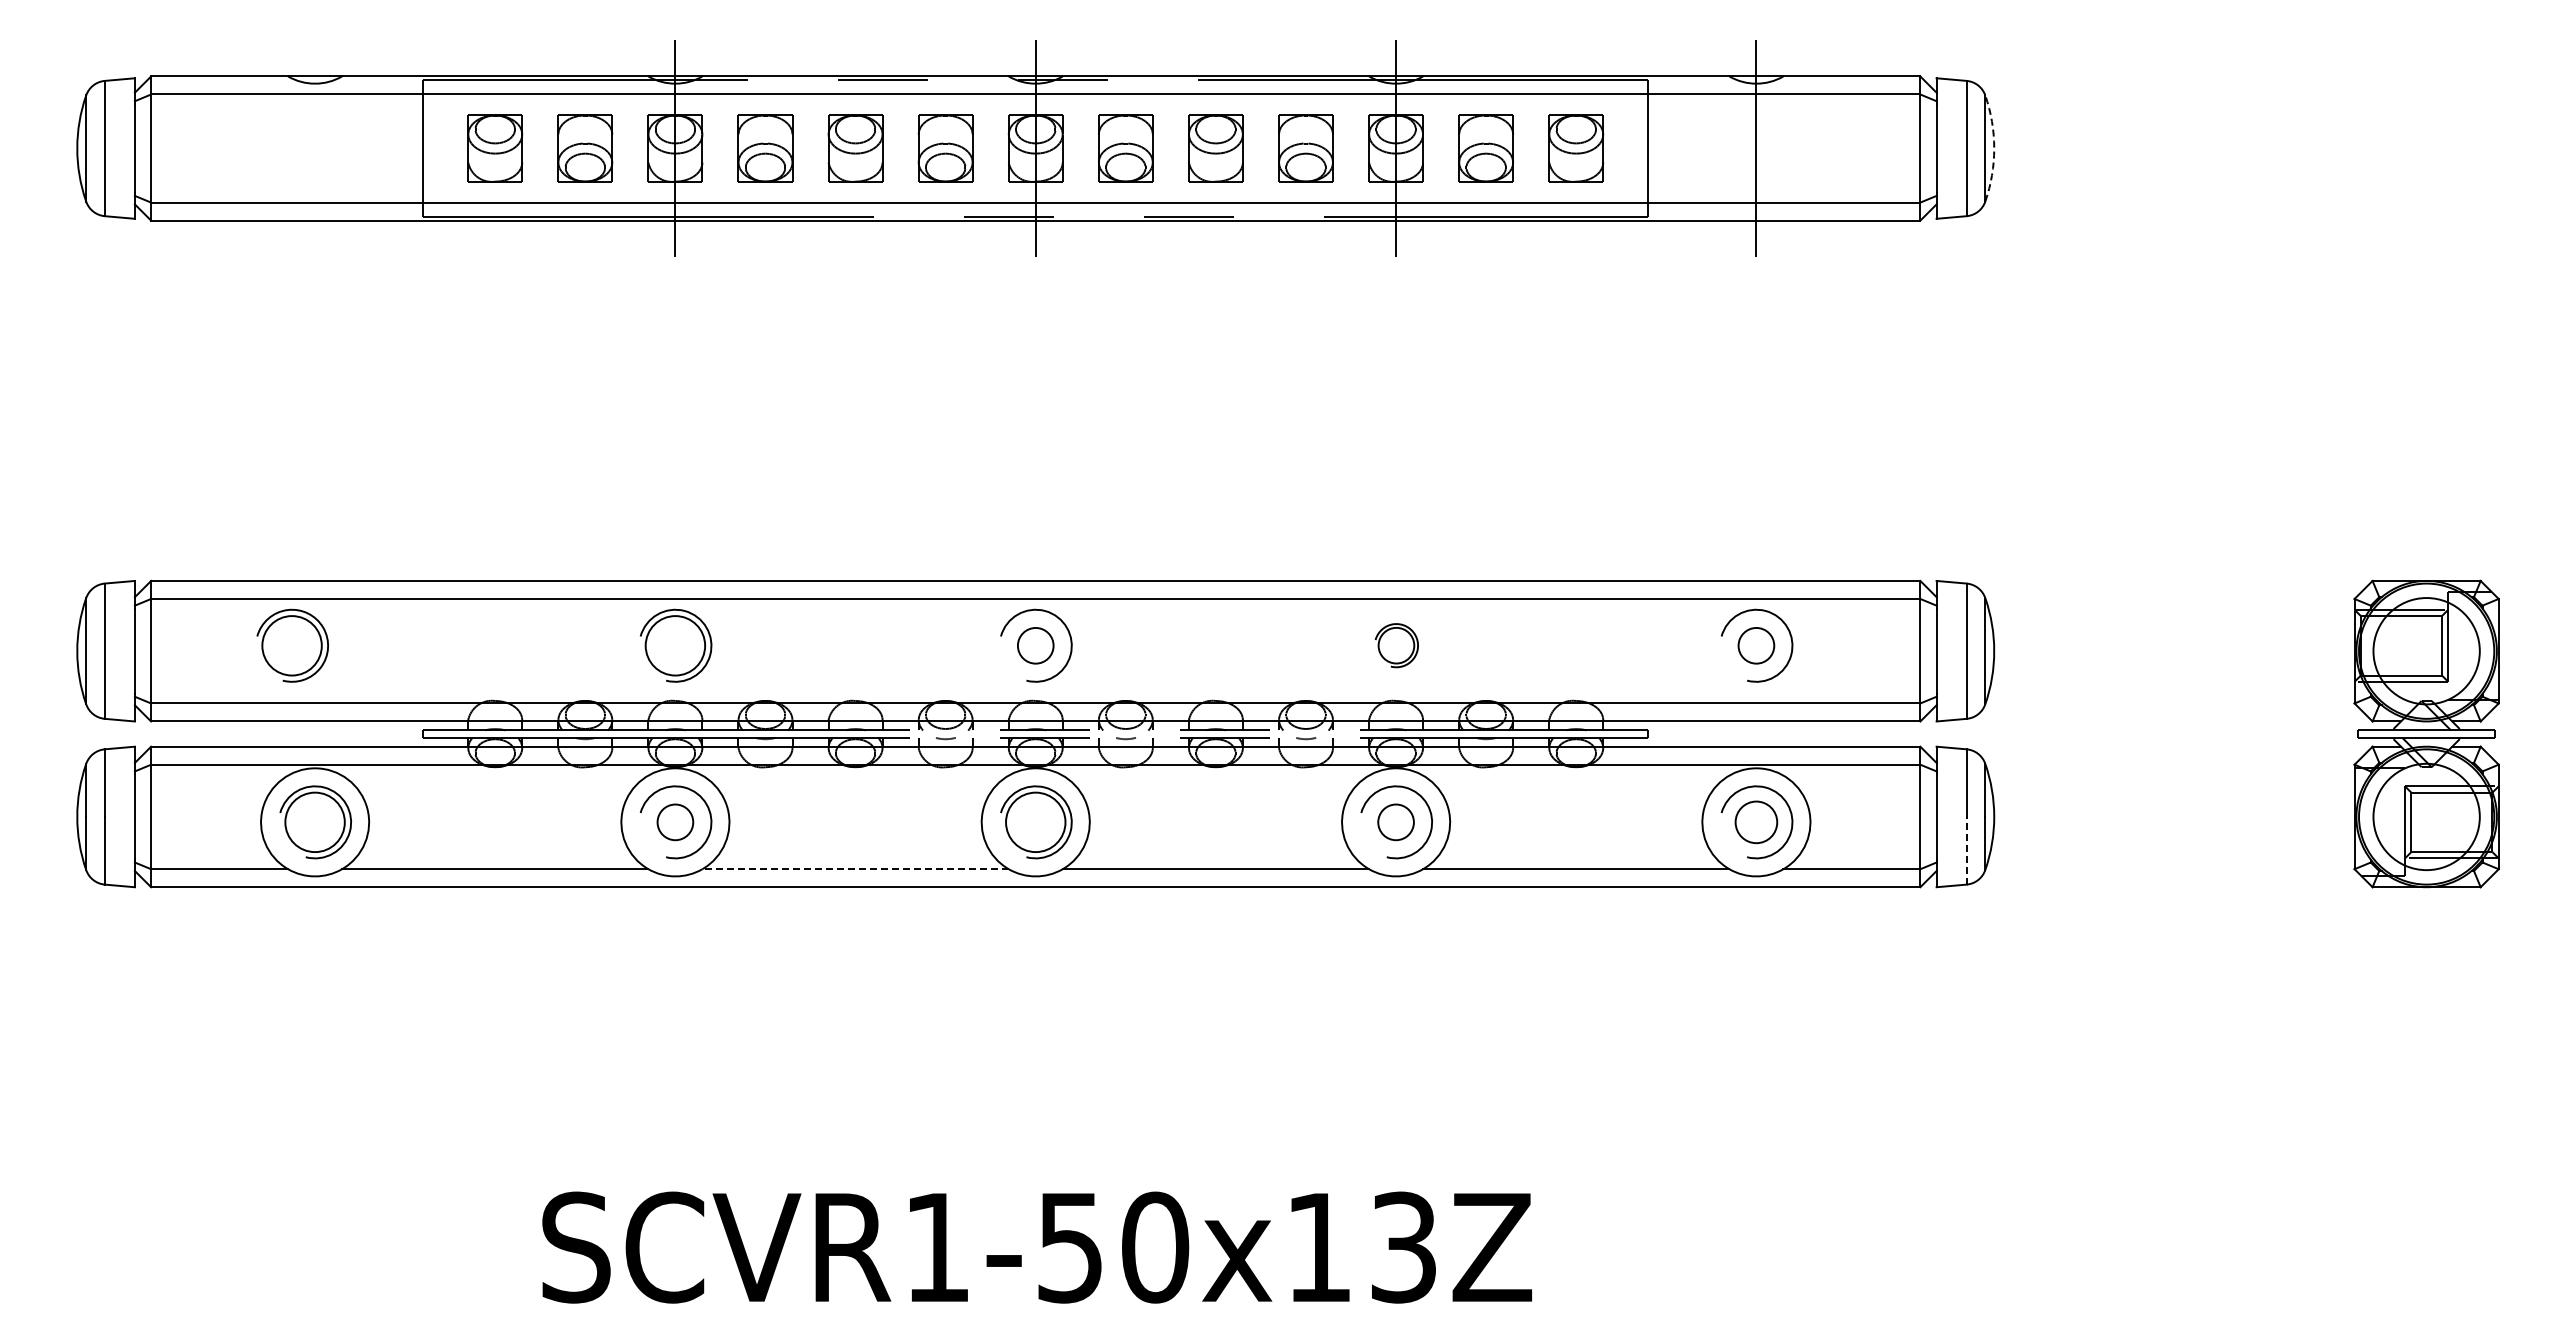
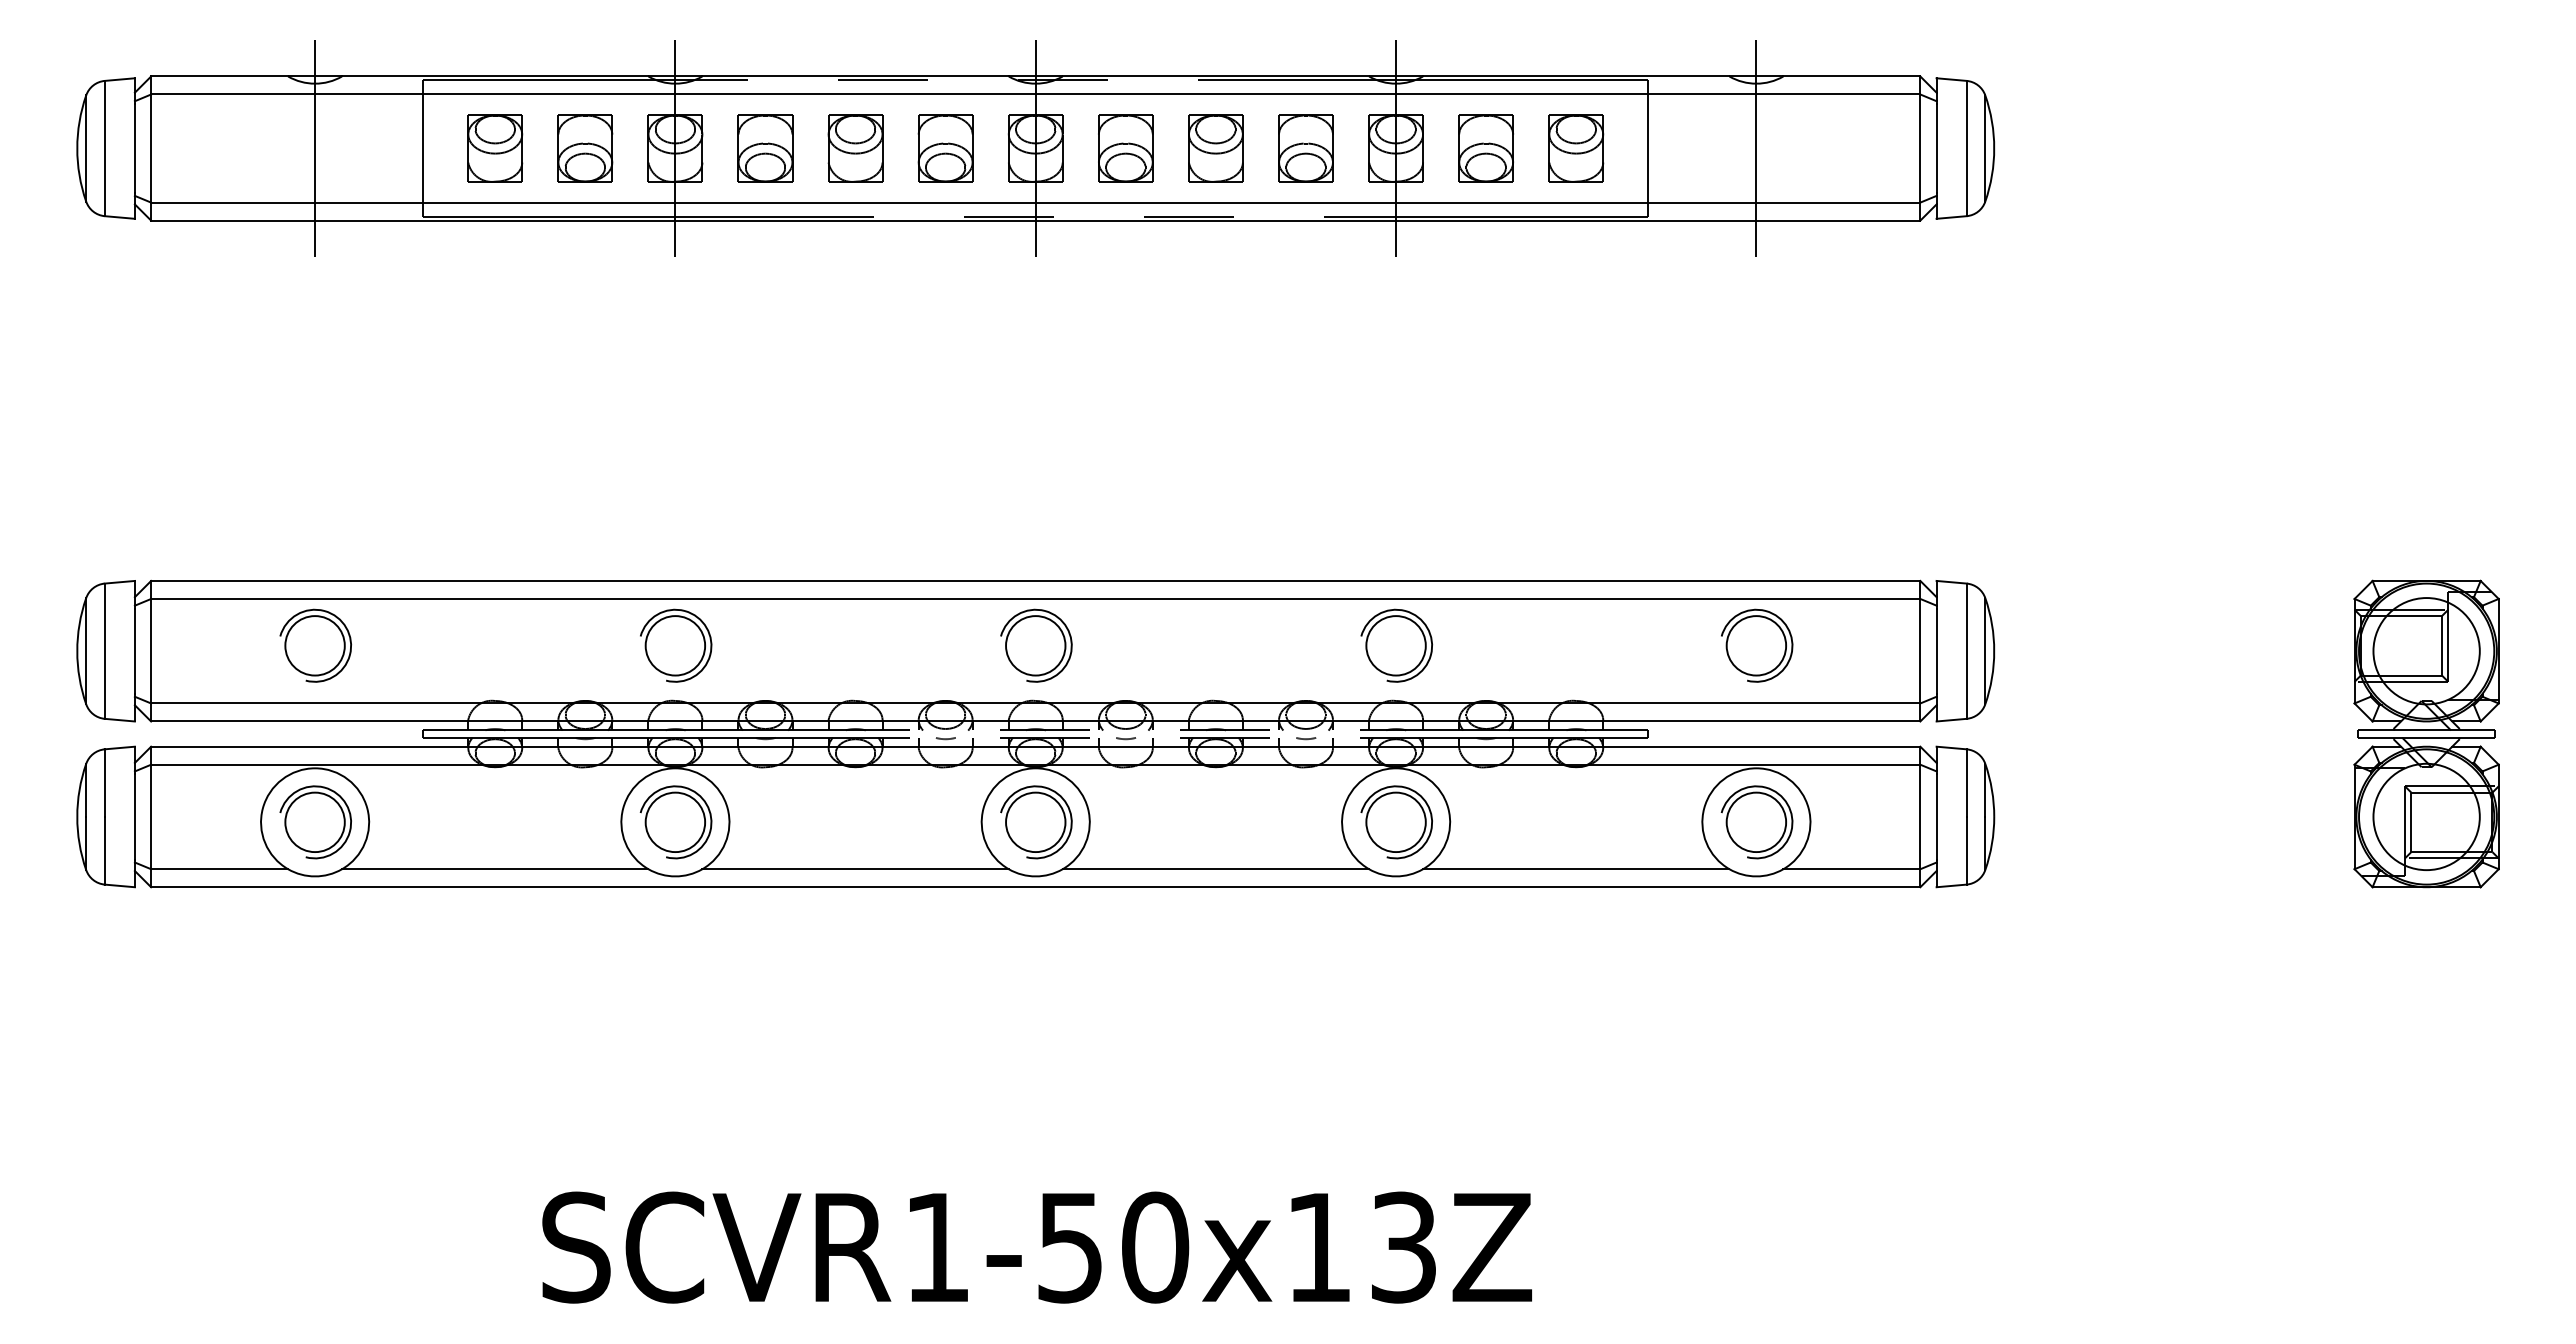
line at (315, 148): none -> present
arc at (1994, 148): dashed -> solid
part at (292, 645) position: (292, 645) -> (315, 645)
circle at (1035, 645) diameter: 36 px -> 59 px
part at (1396, 645) size: 45x46 px -> 74x75 px
circle at (1756, 645) diameter: 36 px -> 59 px
circle at (675, 822) diameter: 36 px -> 59 px
circle at (1395, 822) diameter: 36 px -> 59 px
circle at (1756, 822) diameter: 42 px -> 59 px
line at (1966, 850): dashed -> solid
line at (855, 869): dashed -> solid
